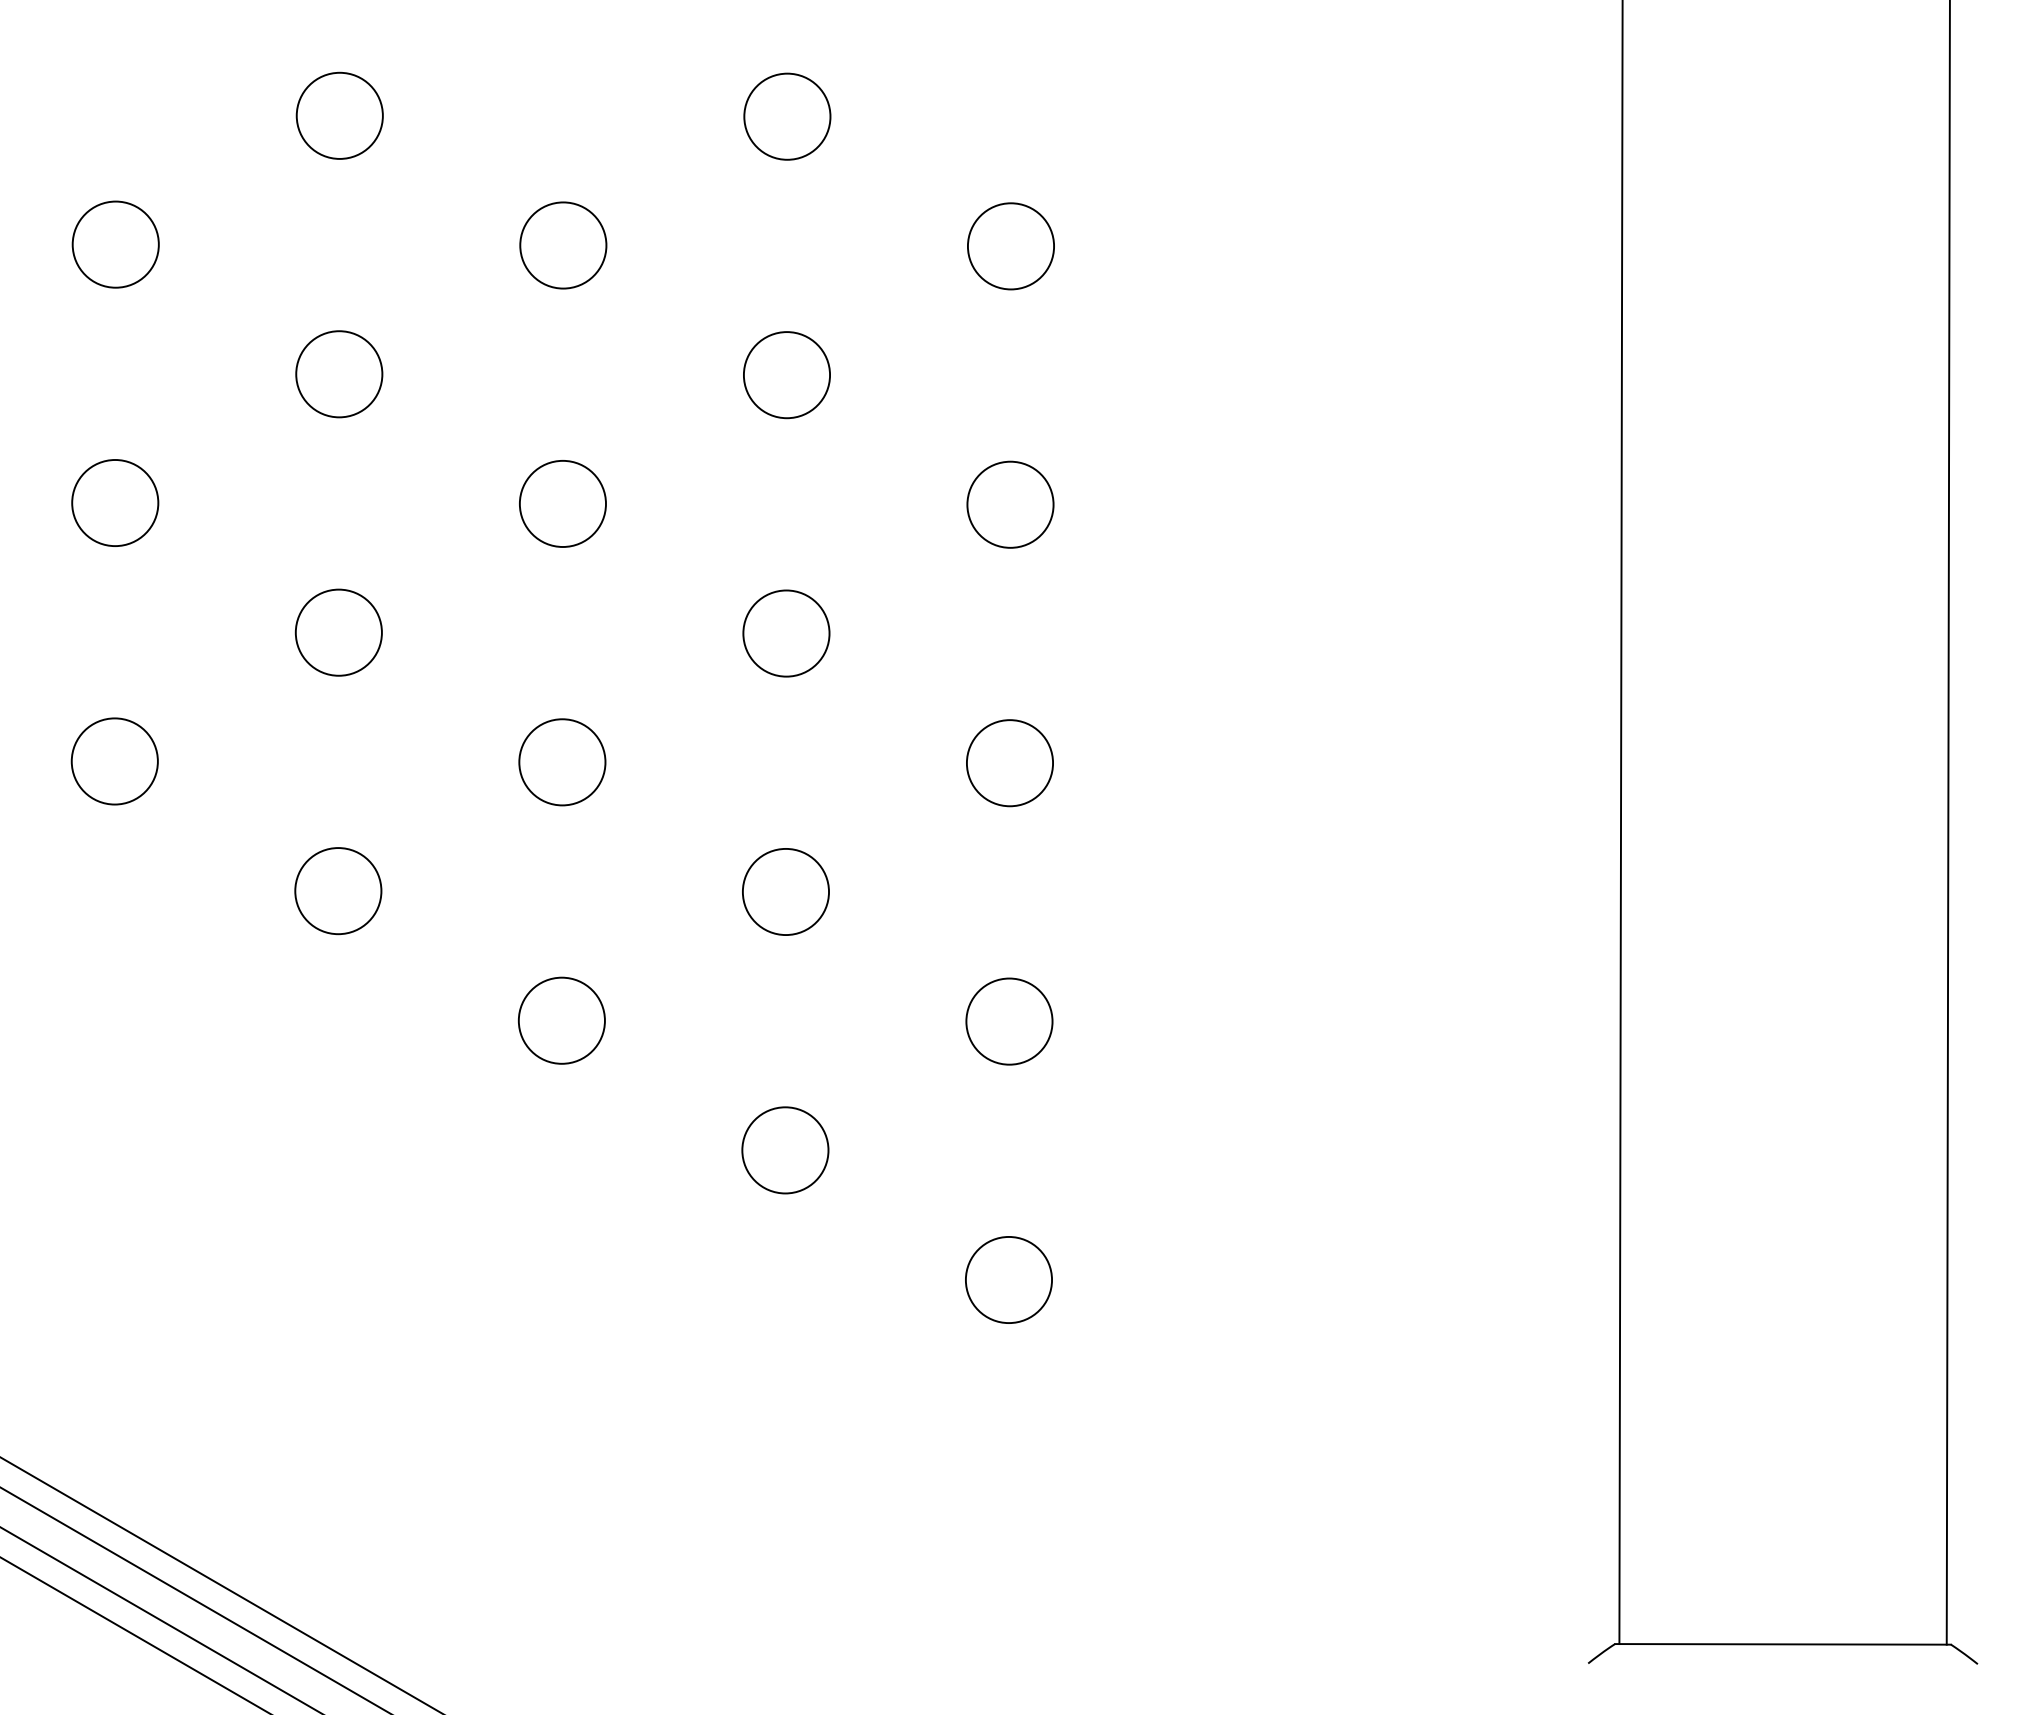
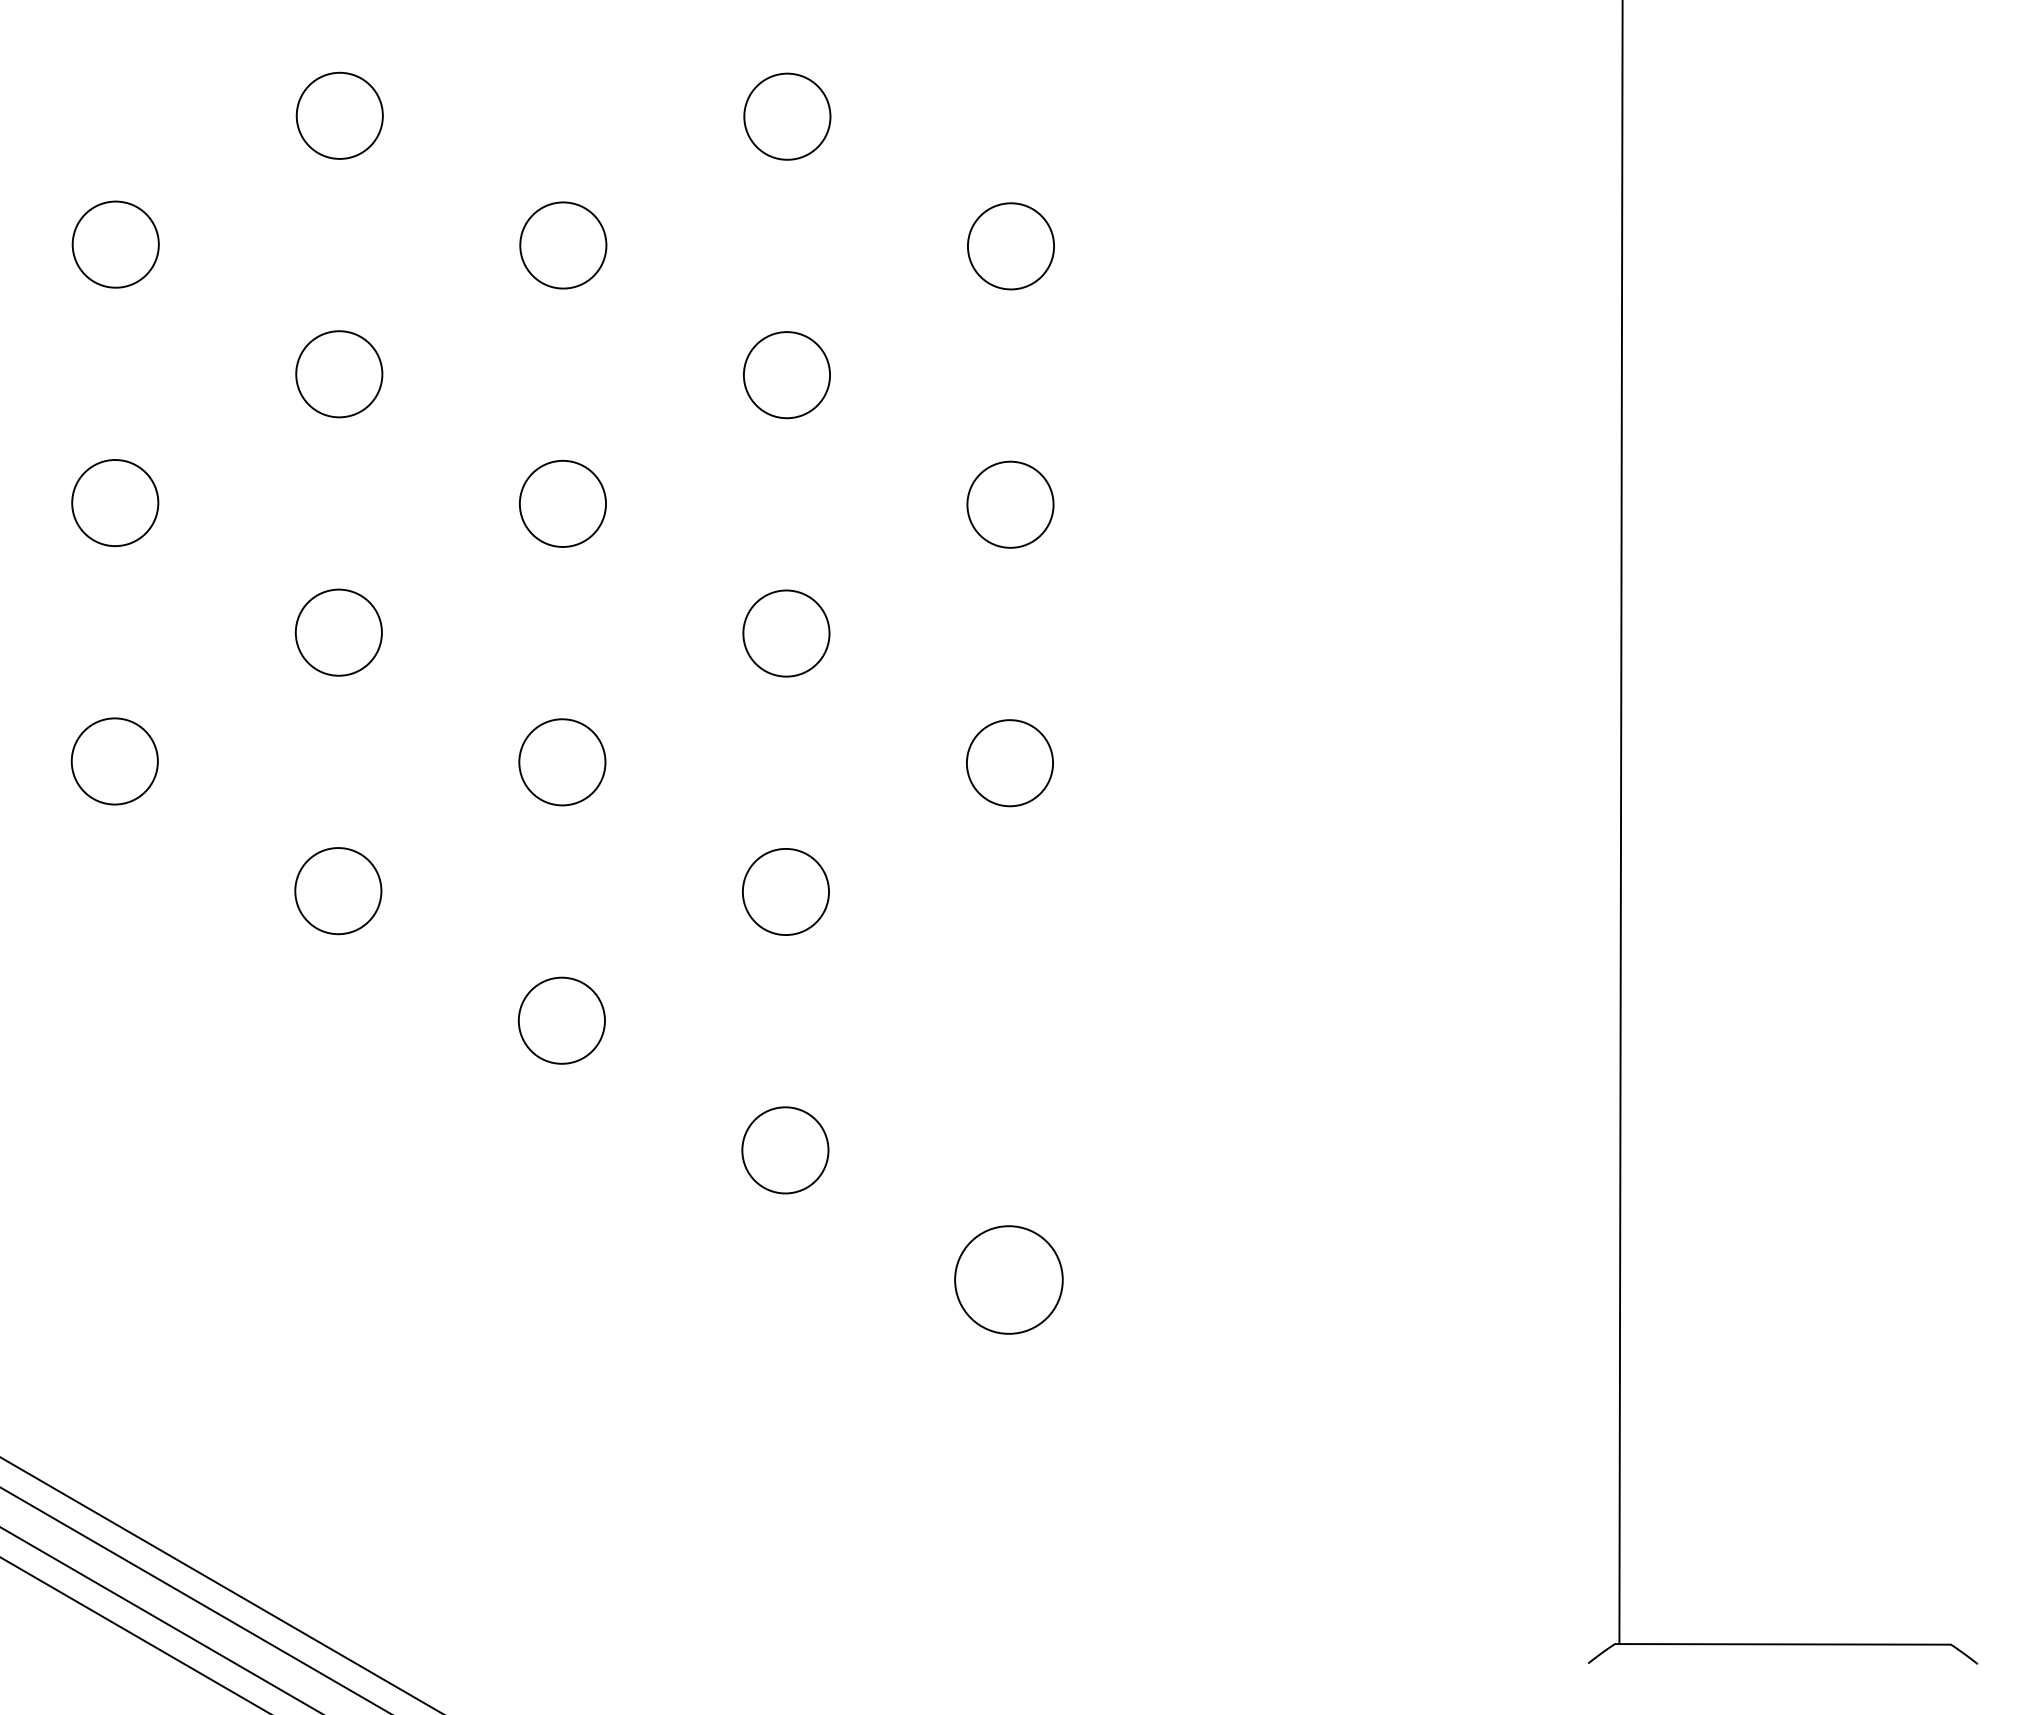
line at (1947, 823): present -> none
circle at (1009, 1021): present -> none
circle at (1008, 1279) diameter: 86 px -> 108 px
